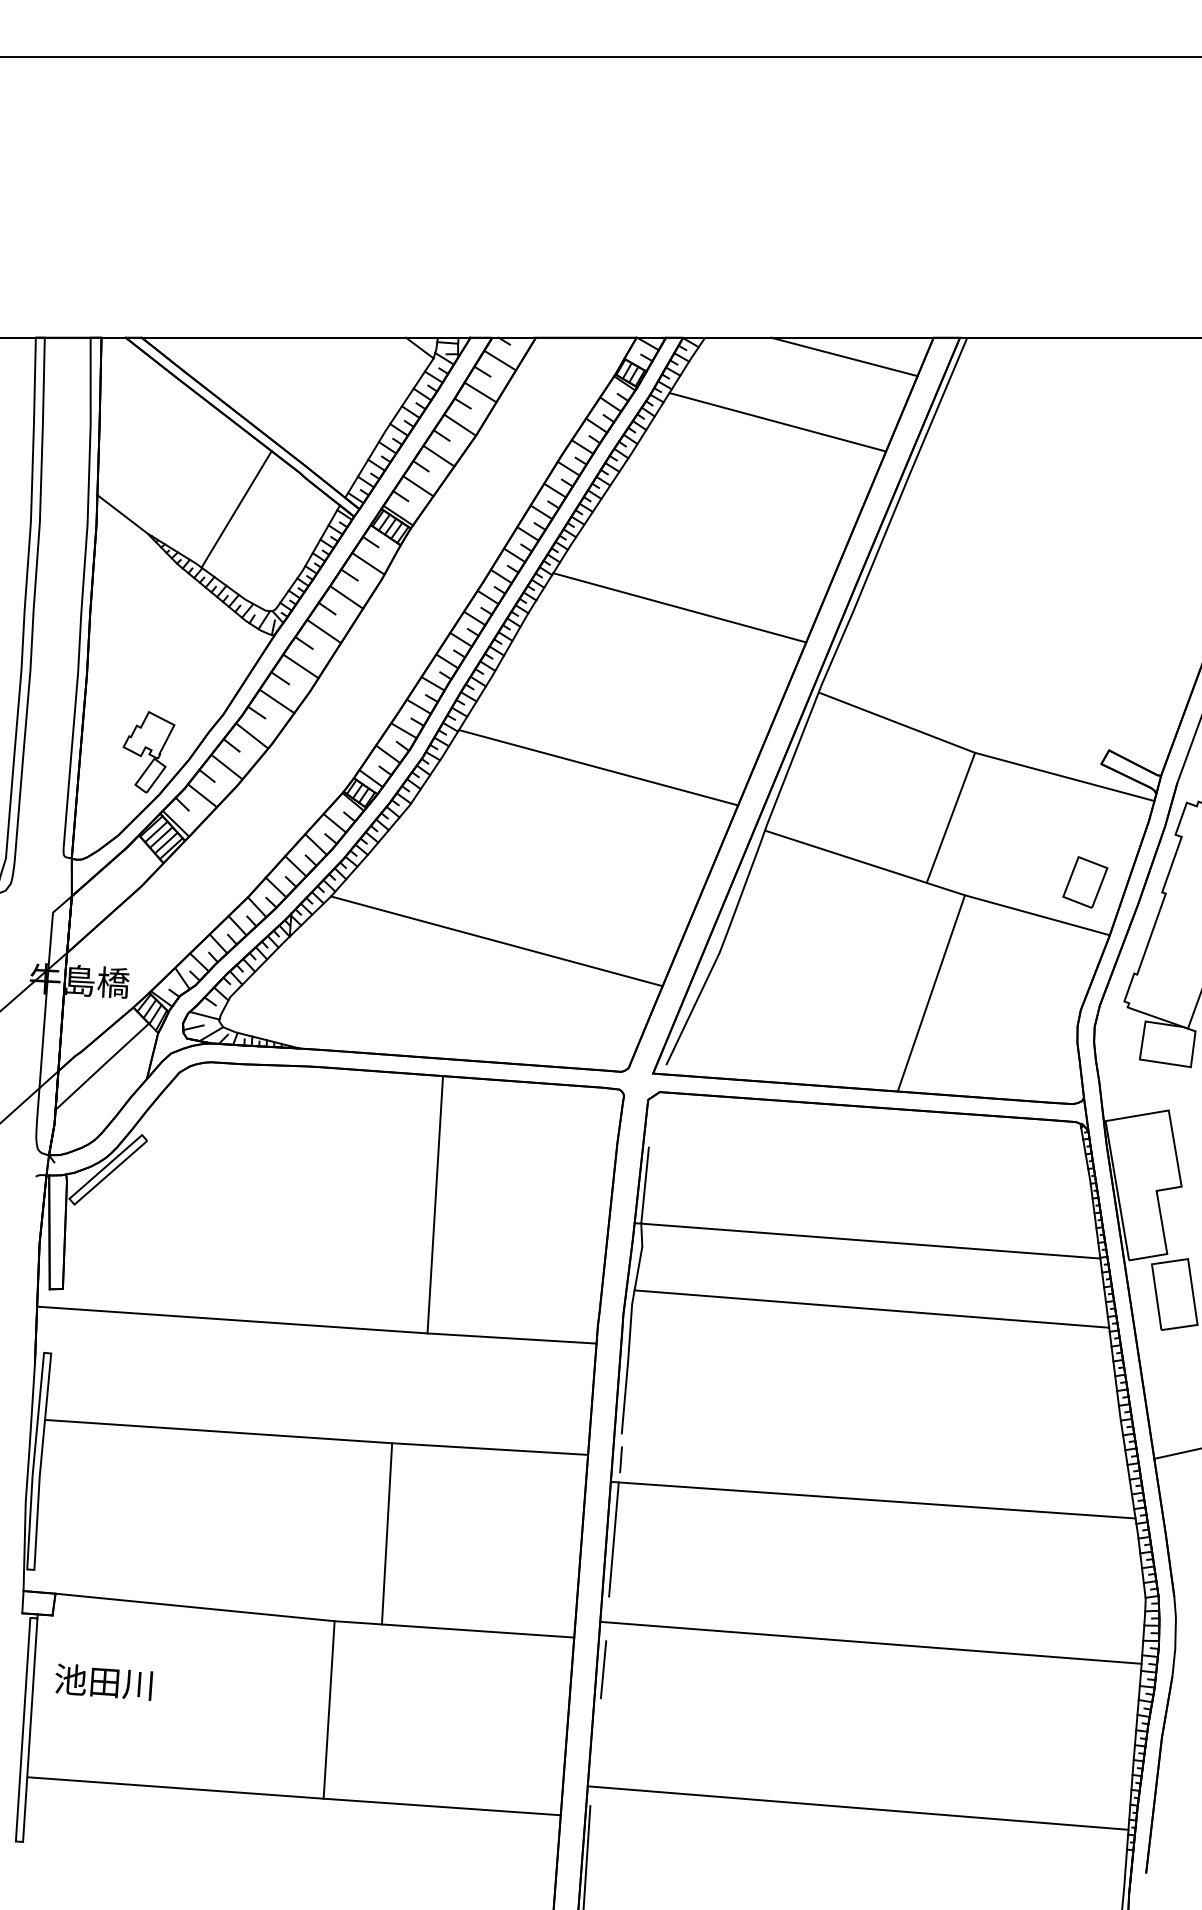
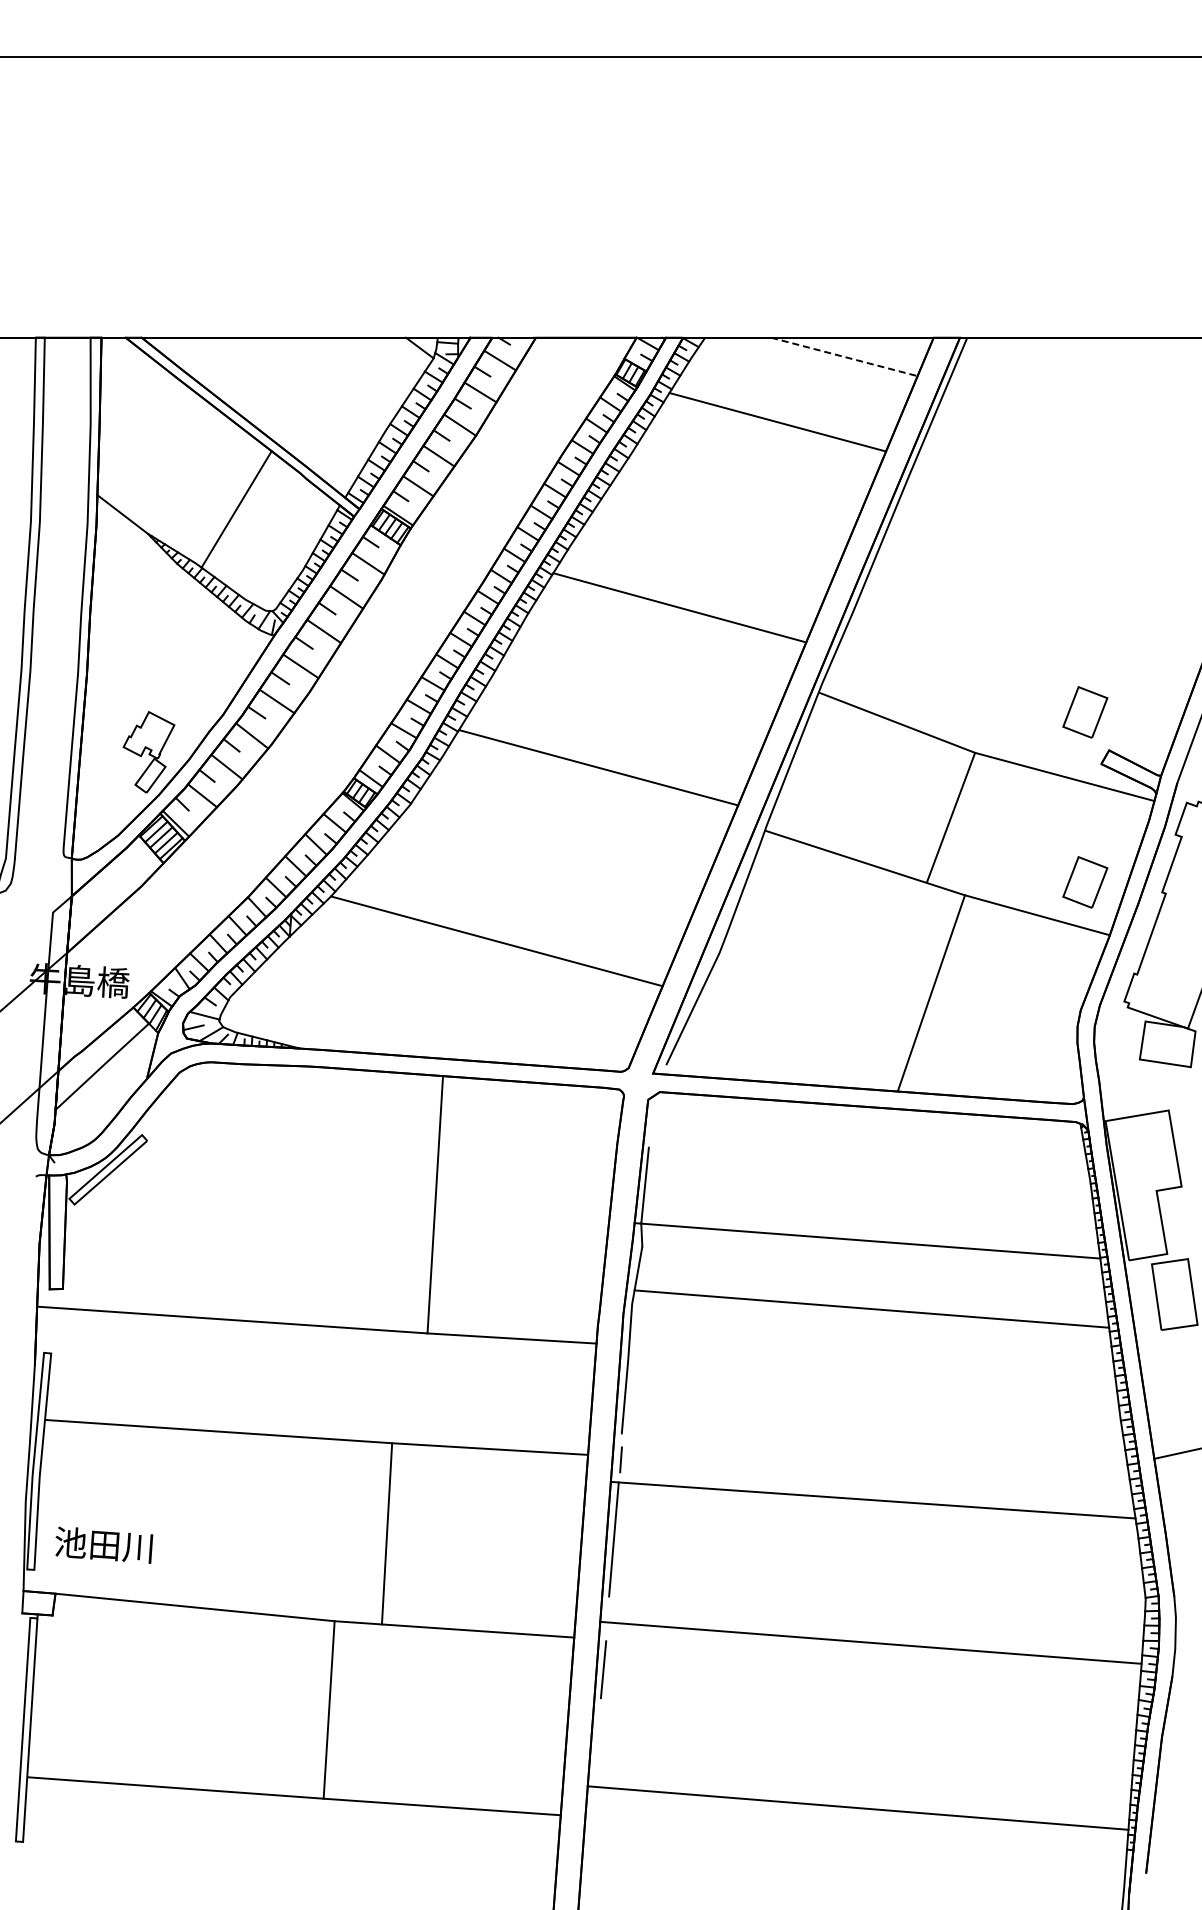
line at (844, 356): solid -> dashed
part at (1085, 712): none -> present
text at (104, 1681) position: (104, 1681) -> (104, 1544)
line at (586, 1856): present -> none
